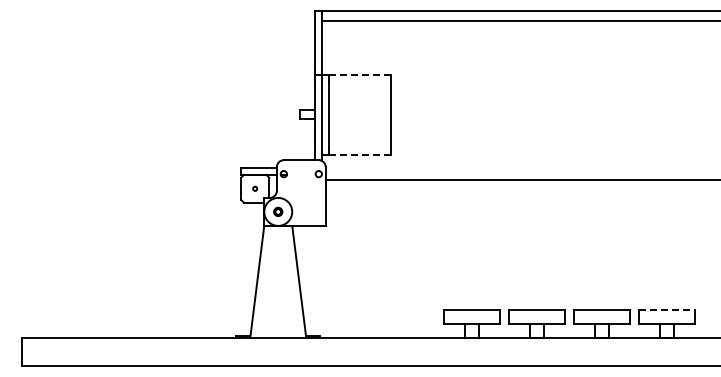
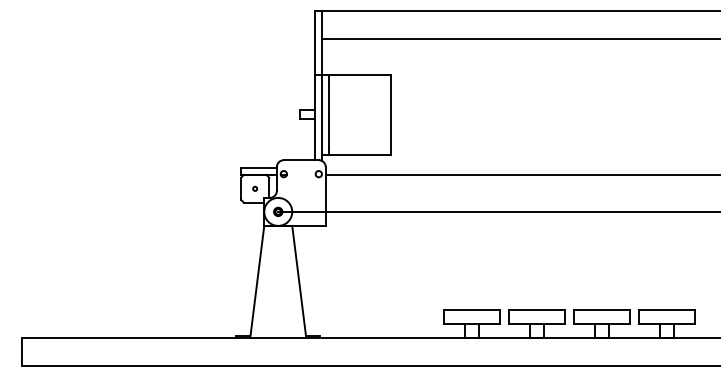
line at (519, 21) position: (519, 21) -> (519, 39)
line at (360, 74): dashed -> solid
line at (360, 154): dashed -> solid
line at (521, 179) position: (521, 179) -> (521, 174)
line at (497, 211): none -> present
line at (666, 309): dashed -> solid
